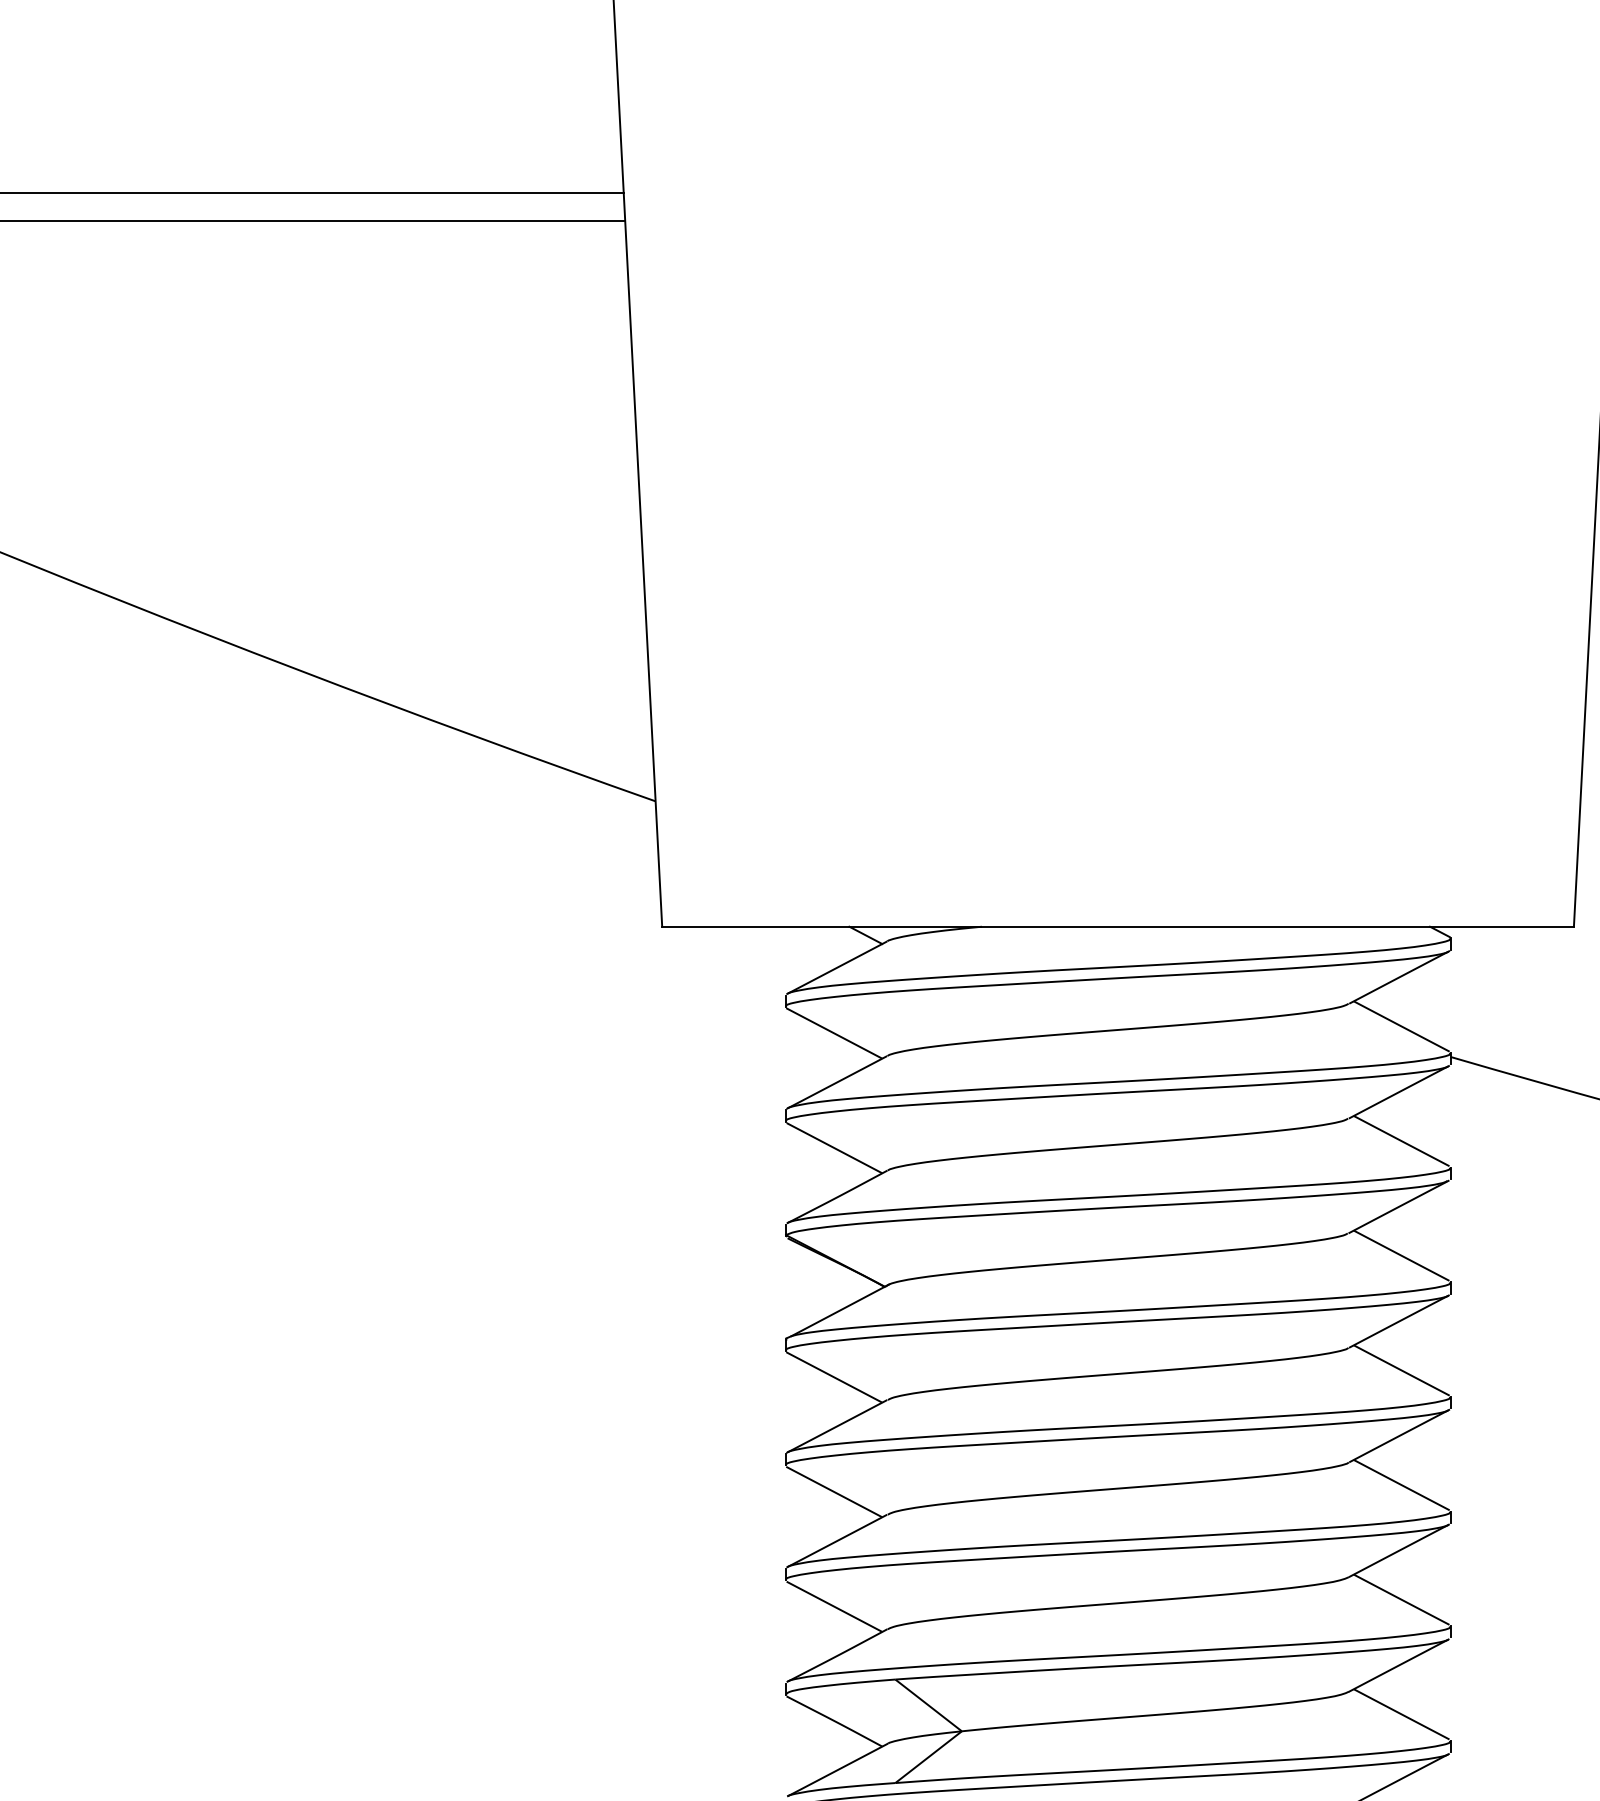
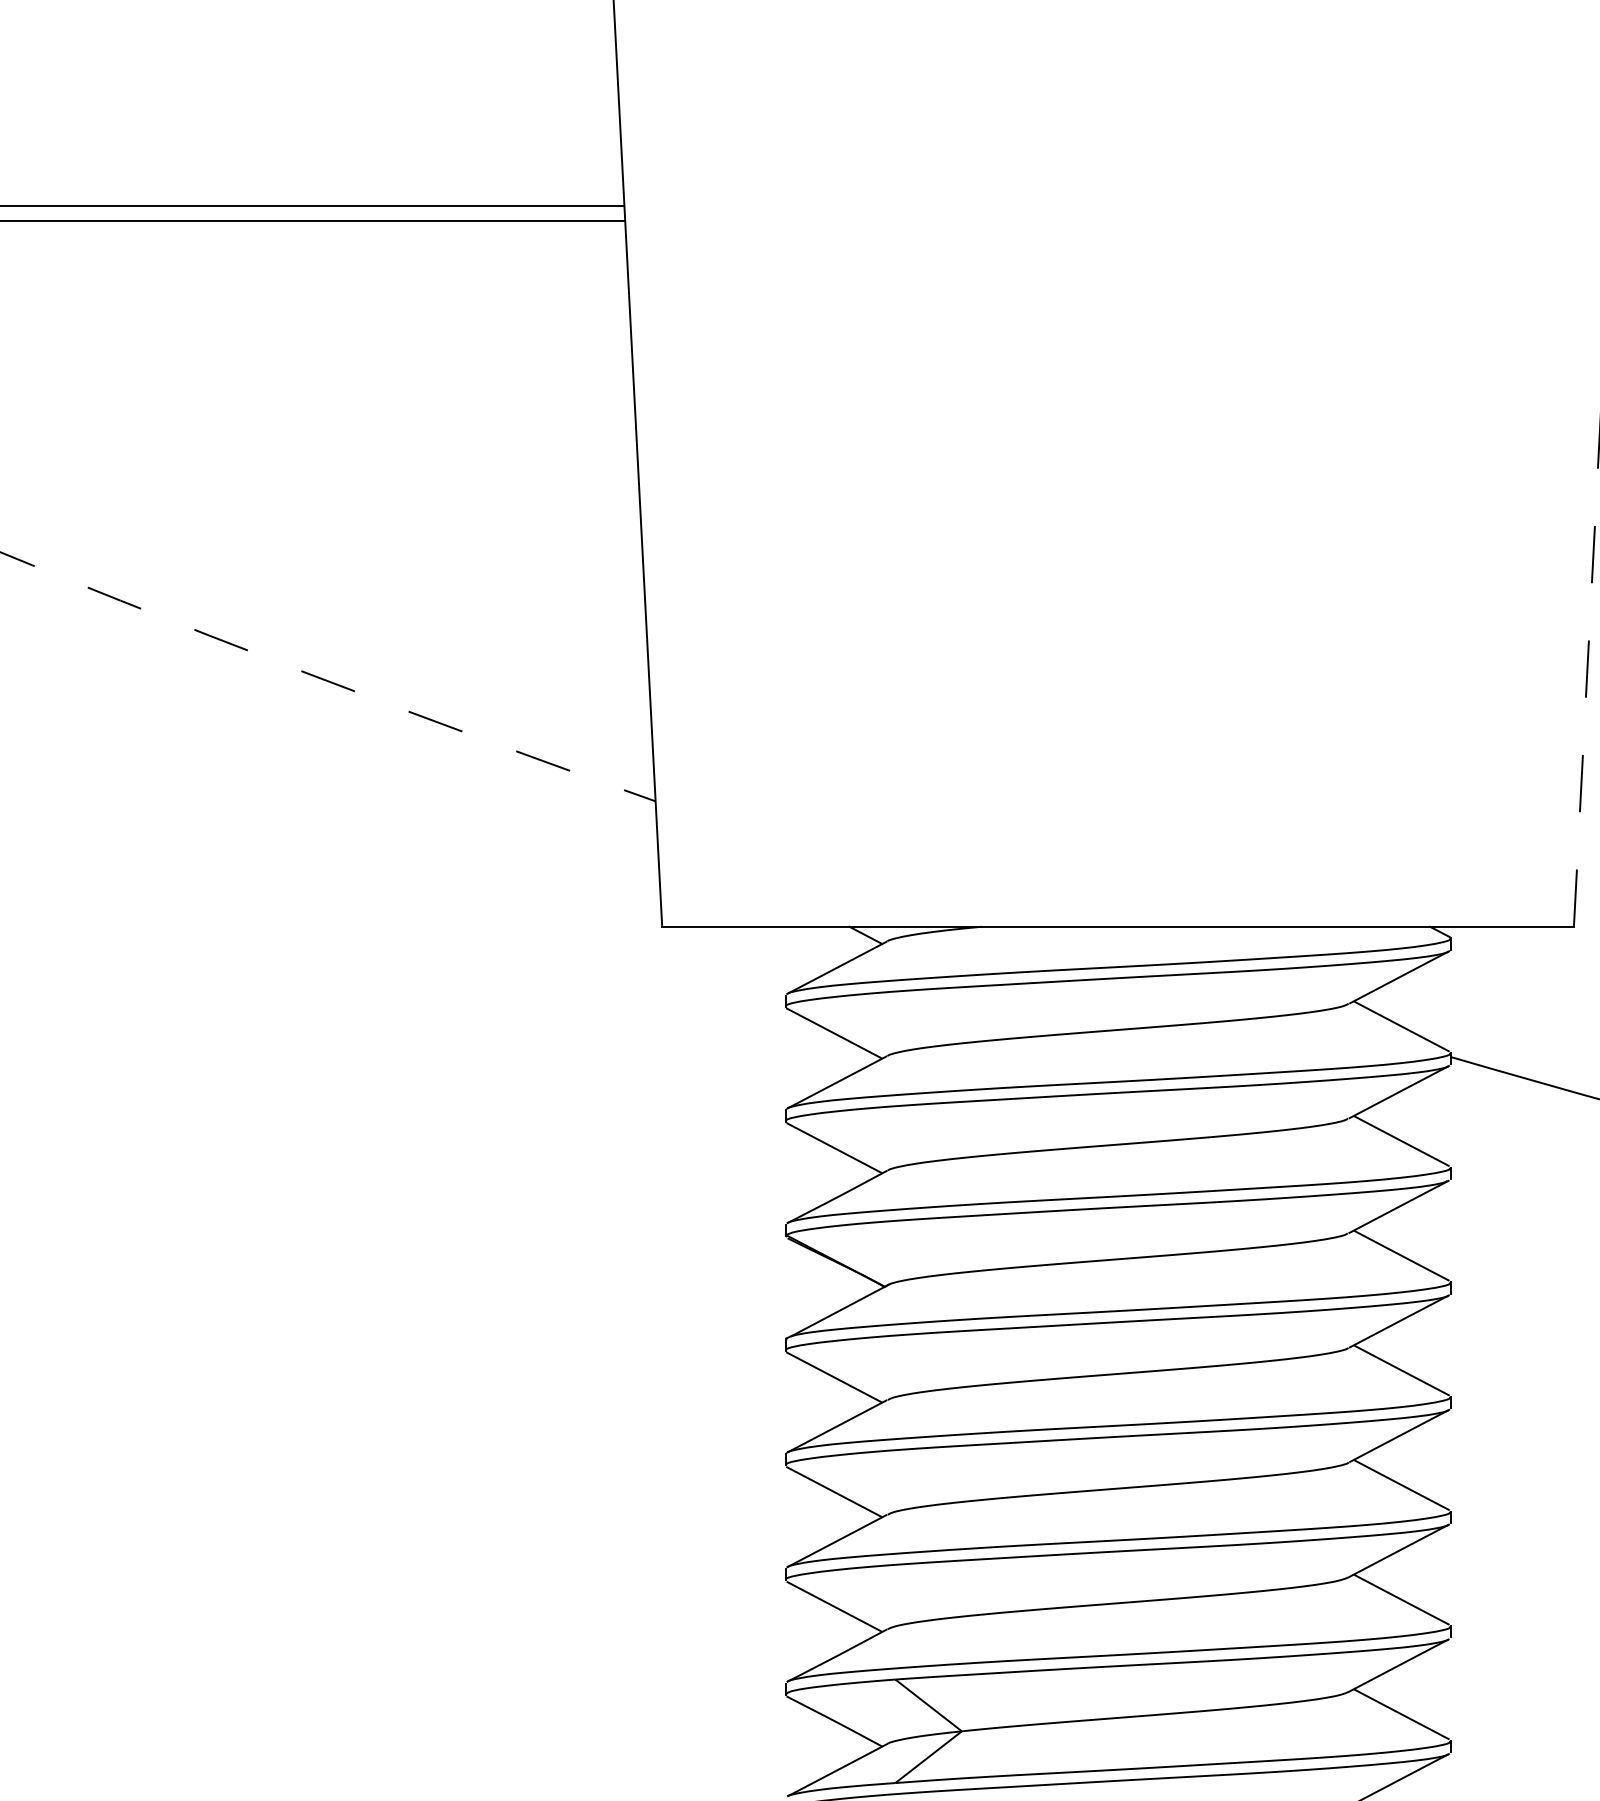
line at (312, 192) position: (312, 192) -> (312, 205)
line at (1586, 678): solid -> dashed
arc at (325, 680): solid -> dashed
